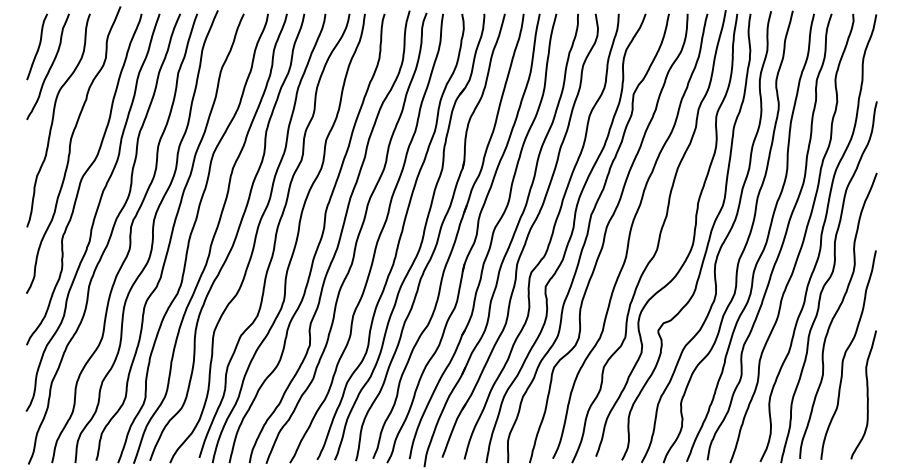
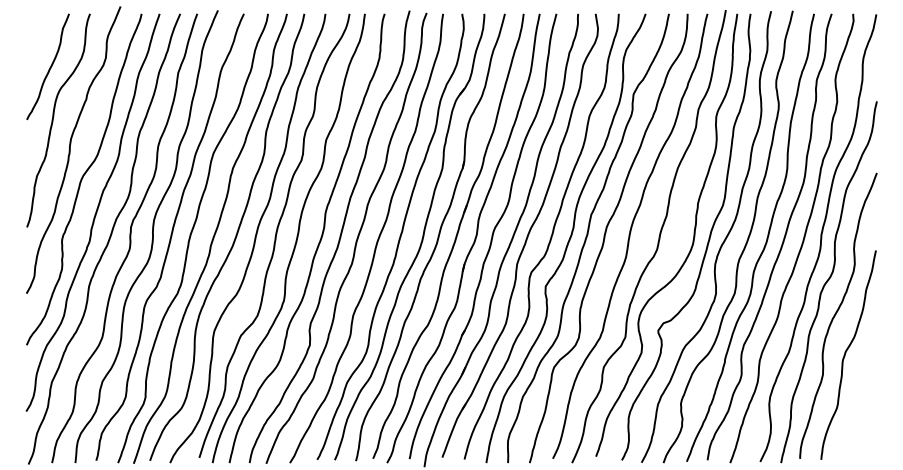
curve at (38, 46): present -> none
curve at (866, 394): present -> none
